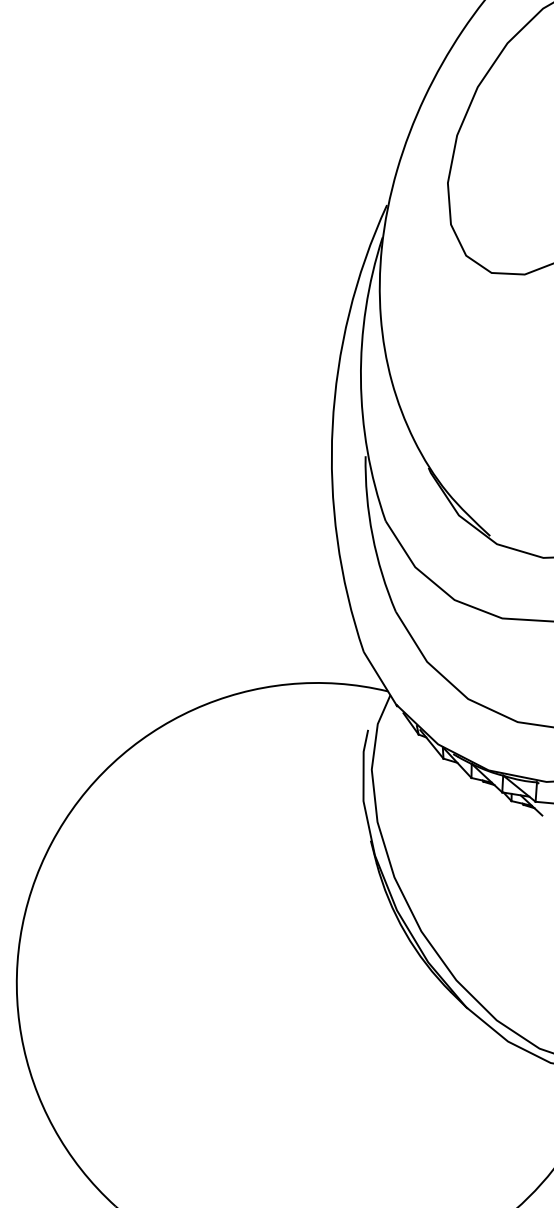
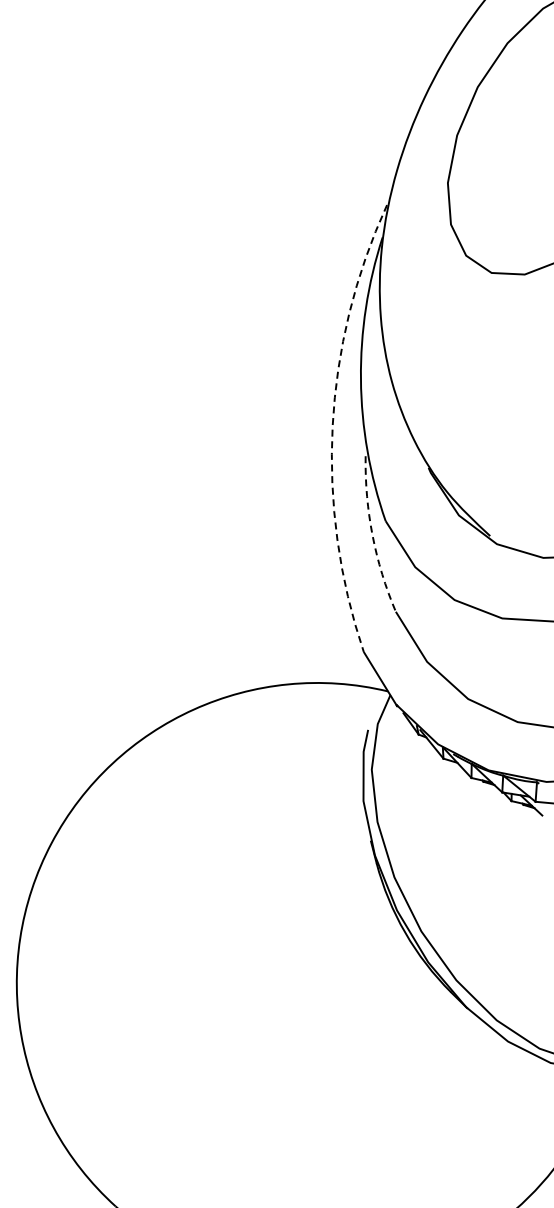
arc at (332, 426): solid -> dashed
arc at (372, 535): solid -> dashed
